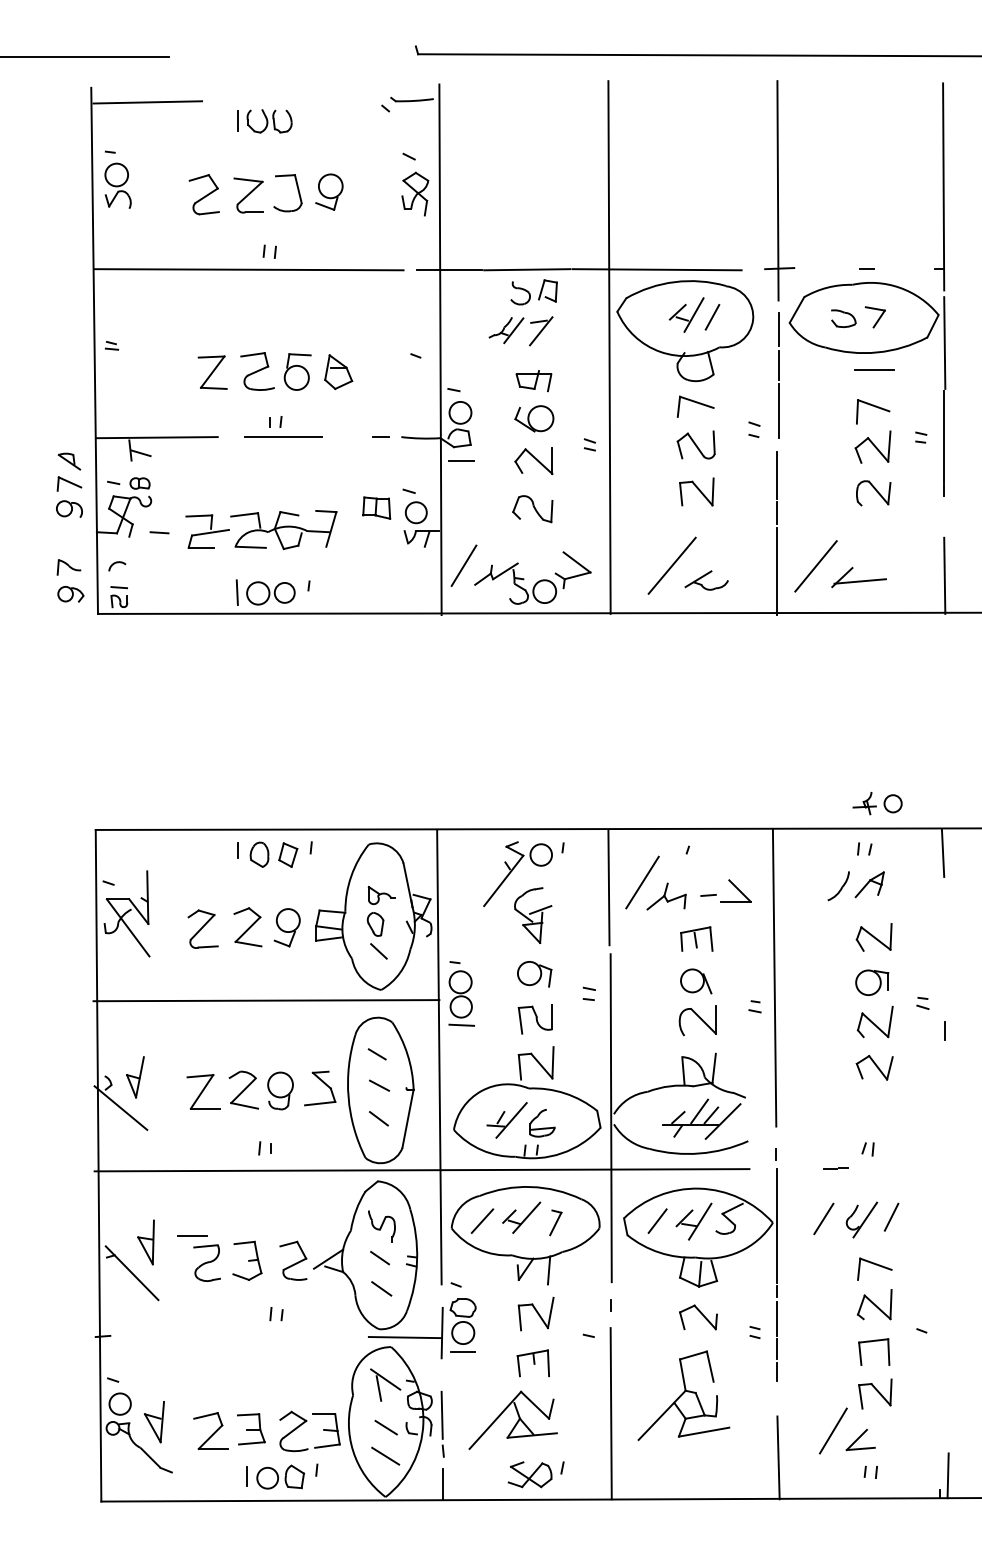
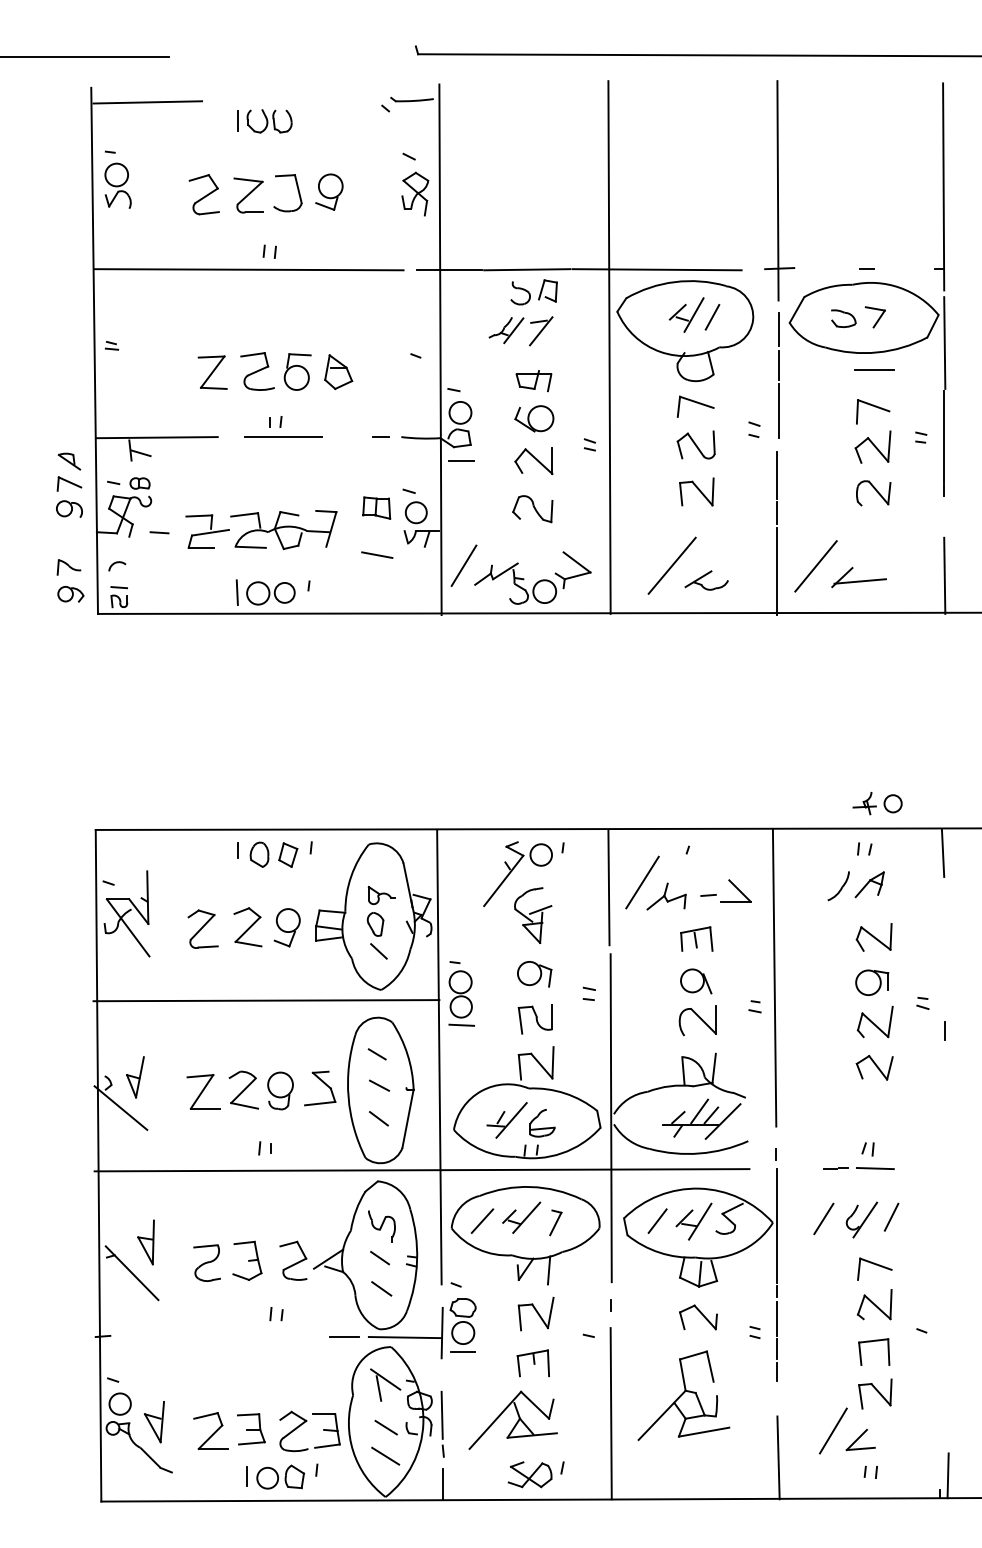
line at (377, 554): none -> present
line at (874, 1168): none -> present
line at (192, 1235) position: (192, 1235) -> (344, 1336)
